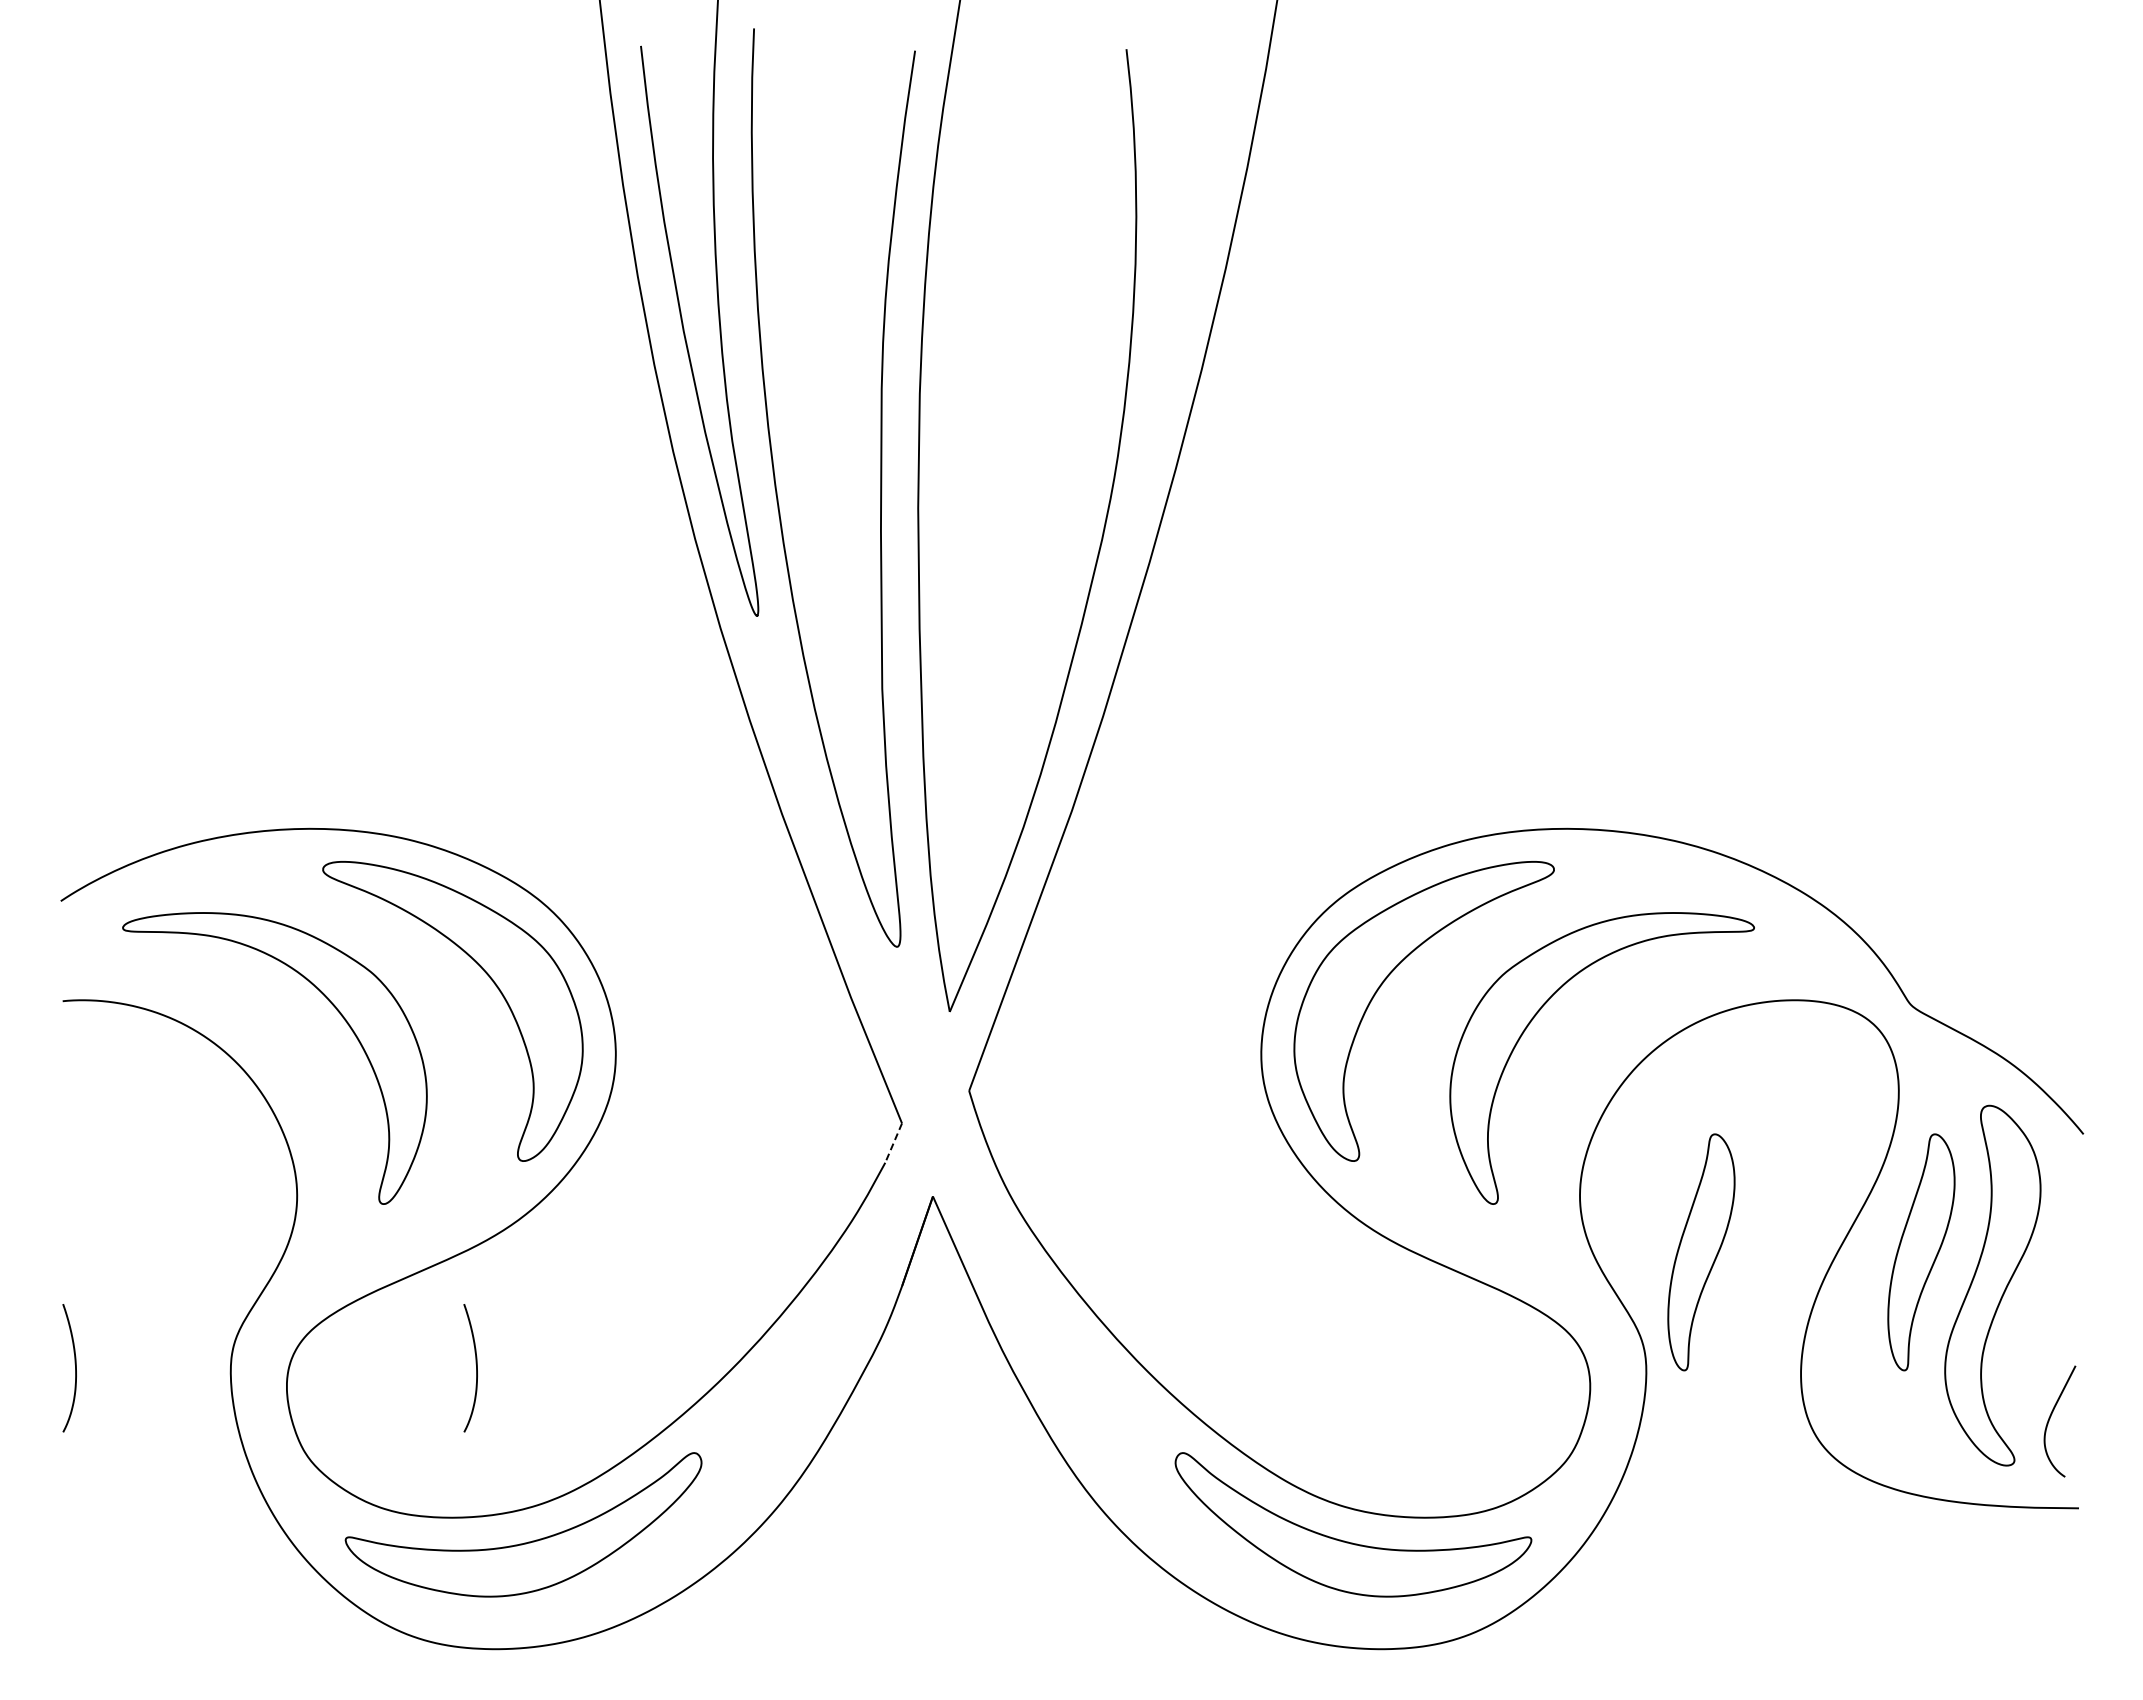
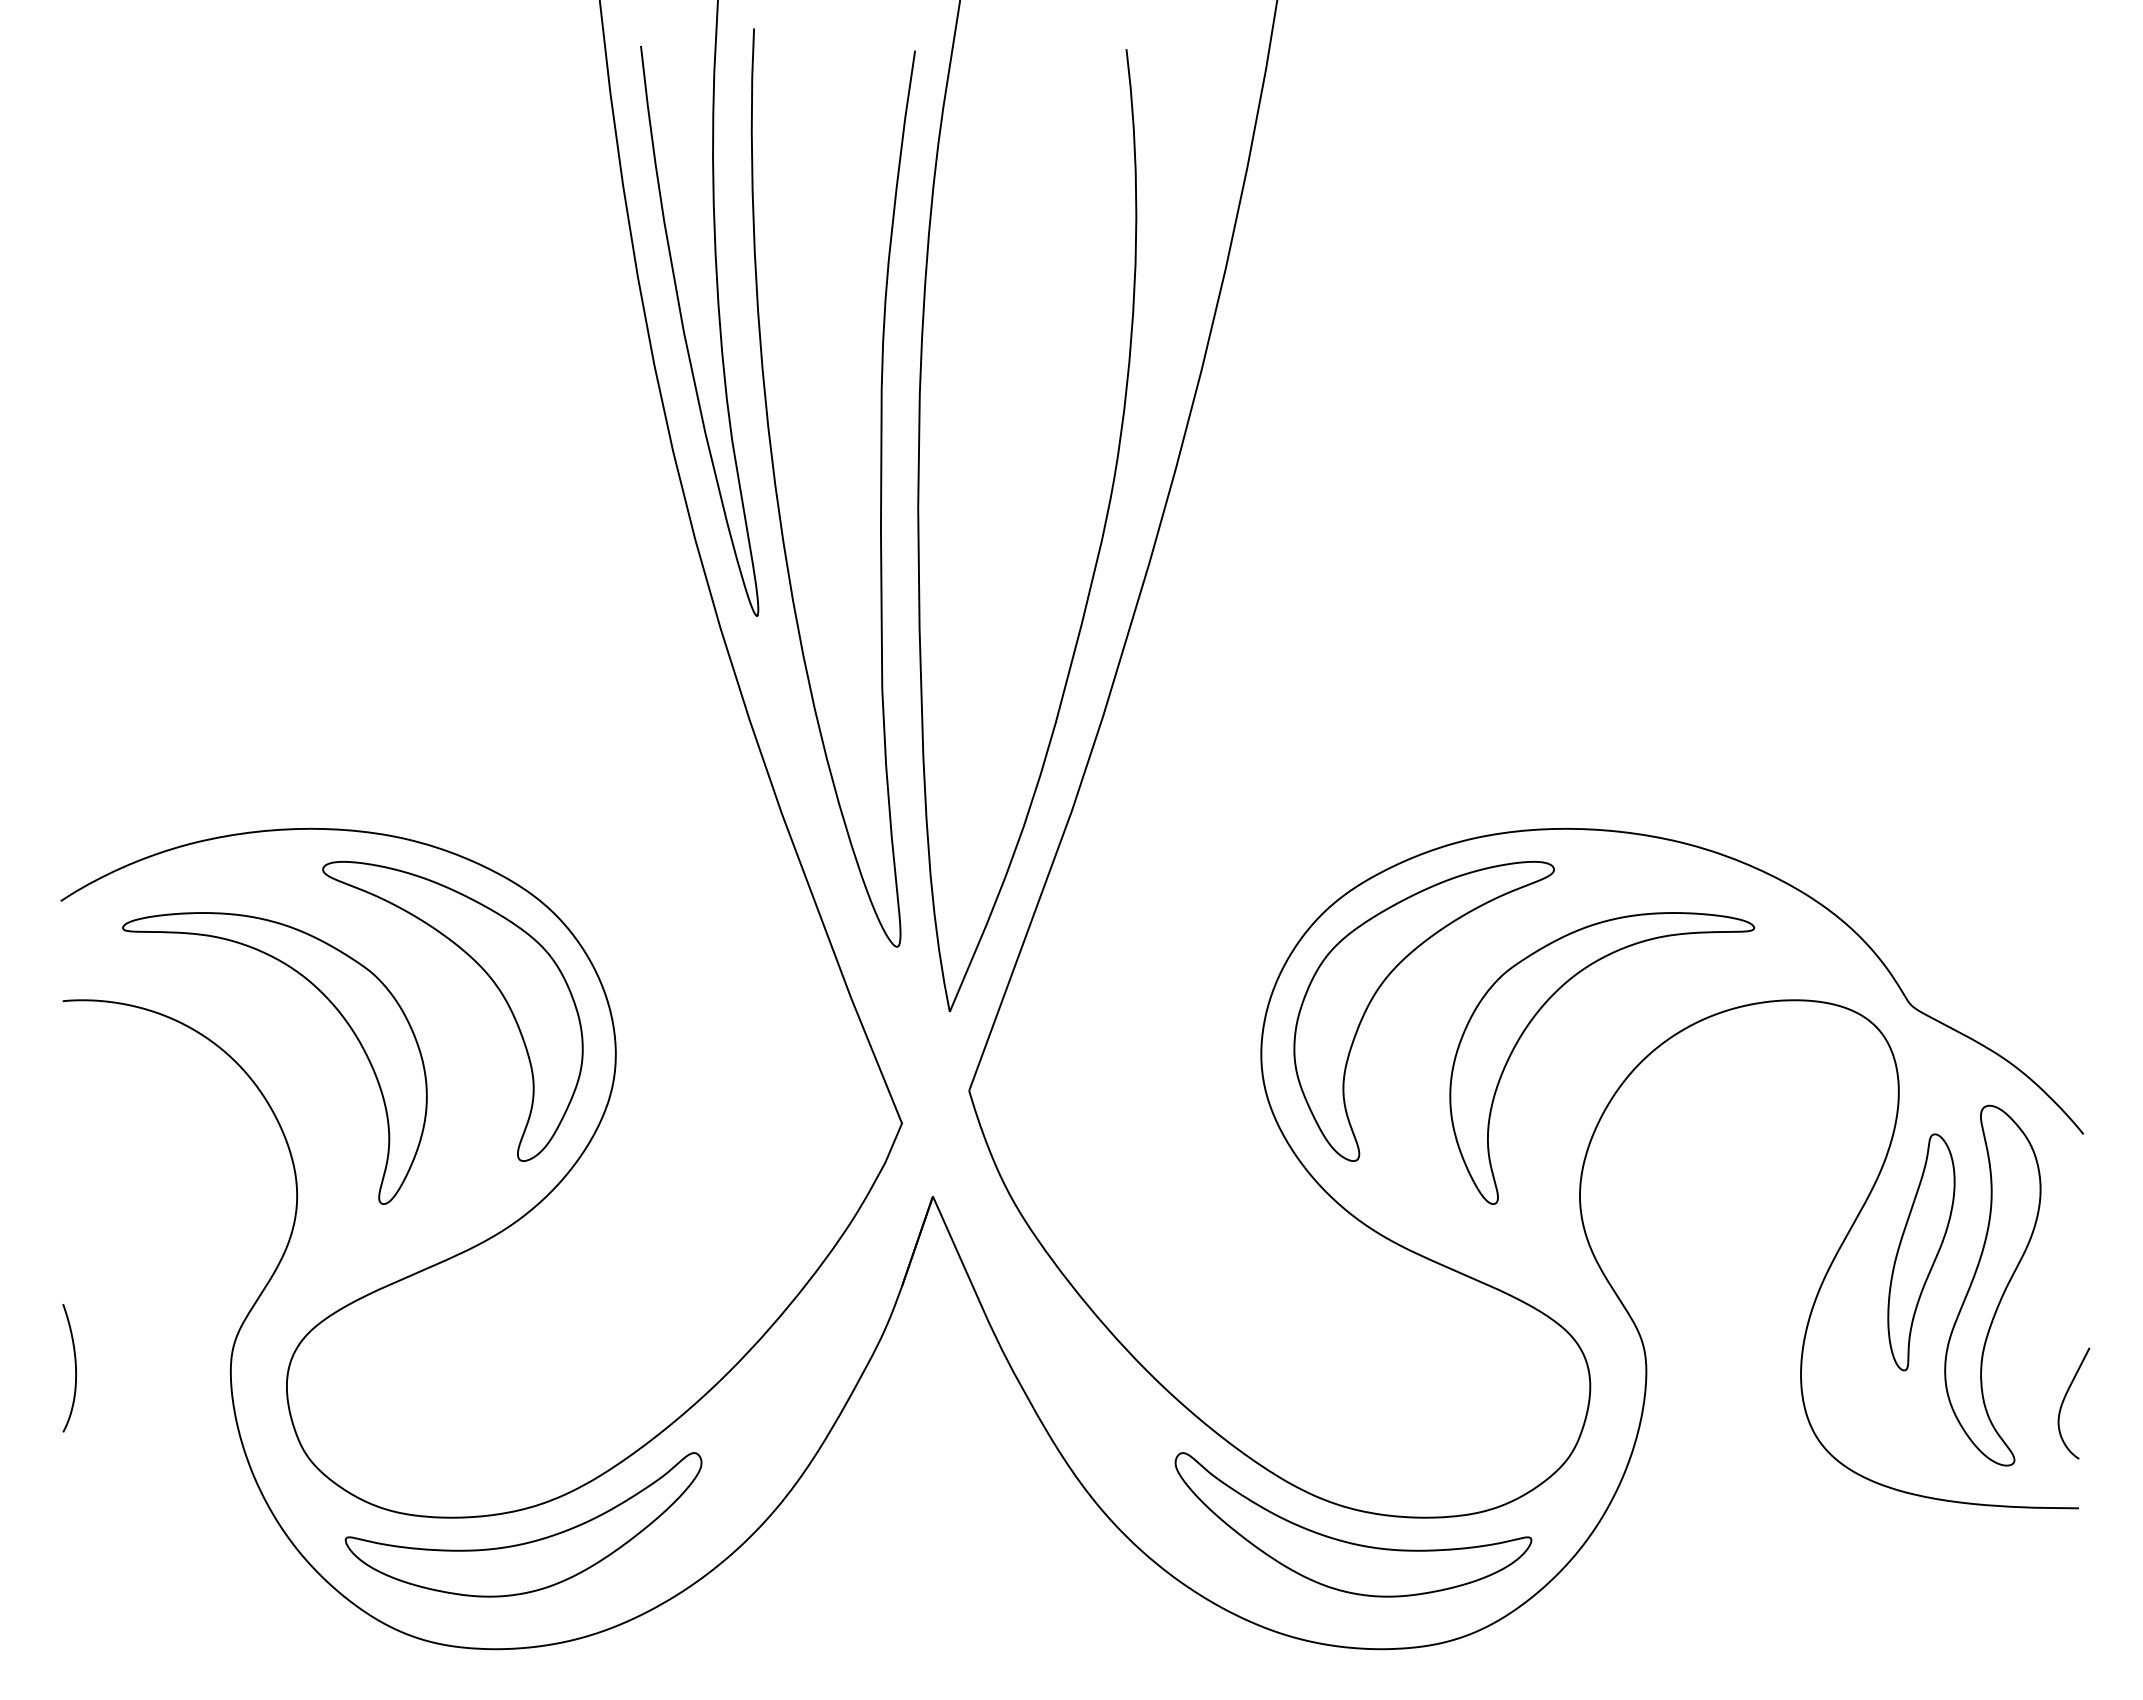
line at (893, 1143): dashed -> solid
part at (1701, 1252): present -> none
curve at (476, 1368): present -> none
curve at (2051, 1416) position: (2051, 1416) -> (2065, 1398)
